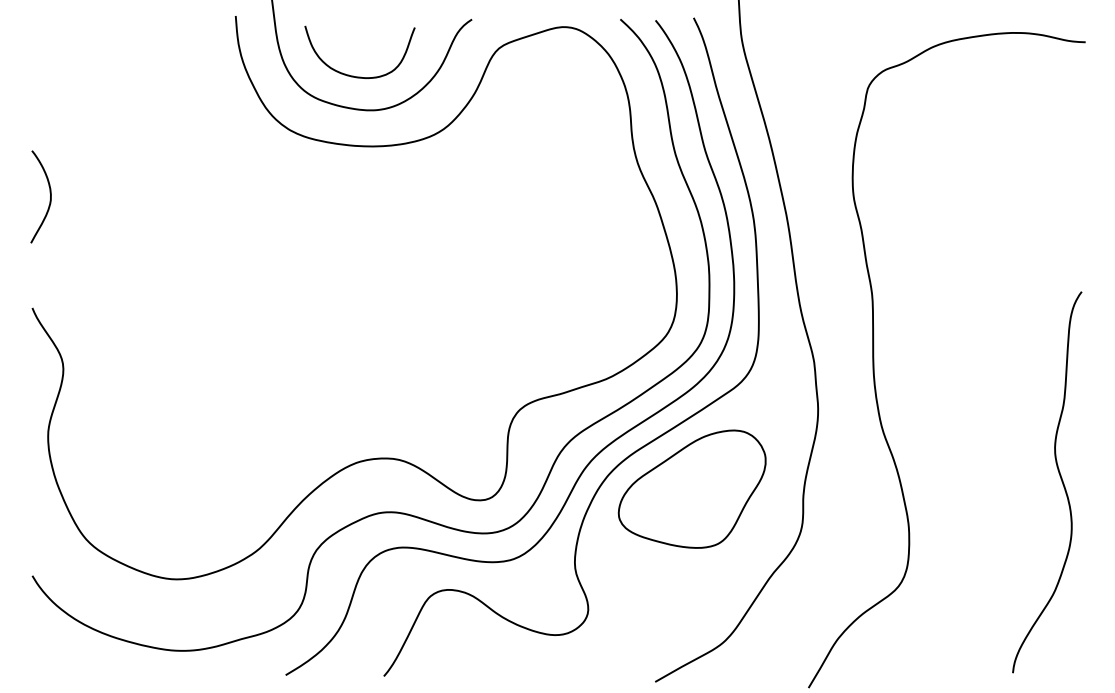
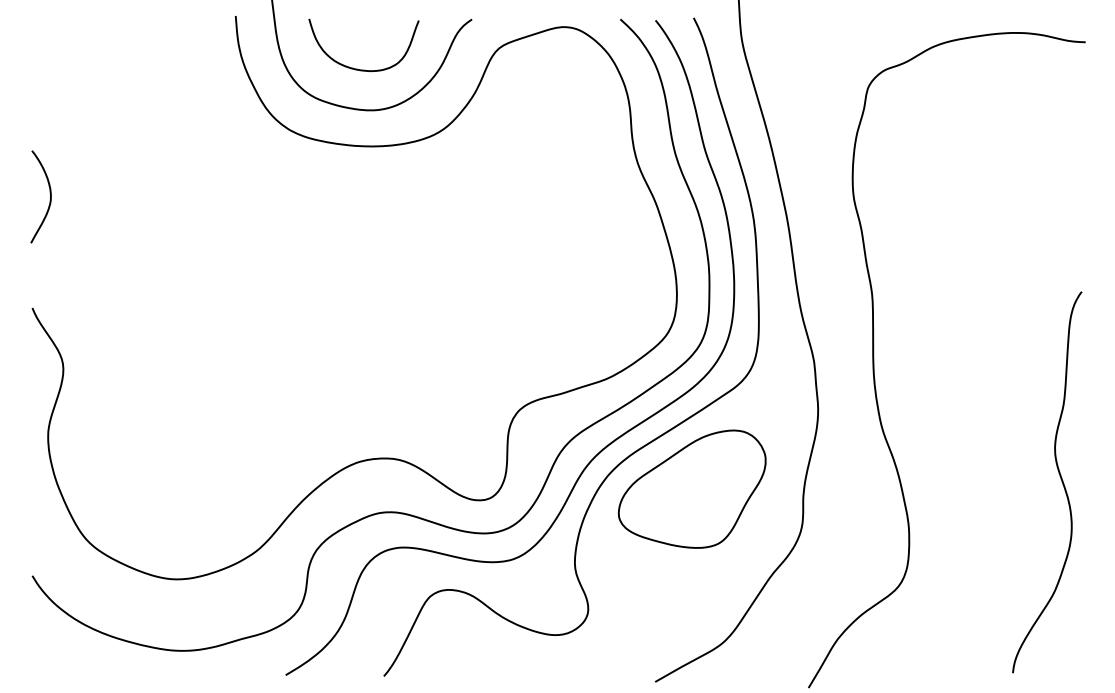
curve at (353, 75) position: (353, 75) -> (357, 68)
